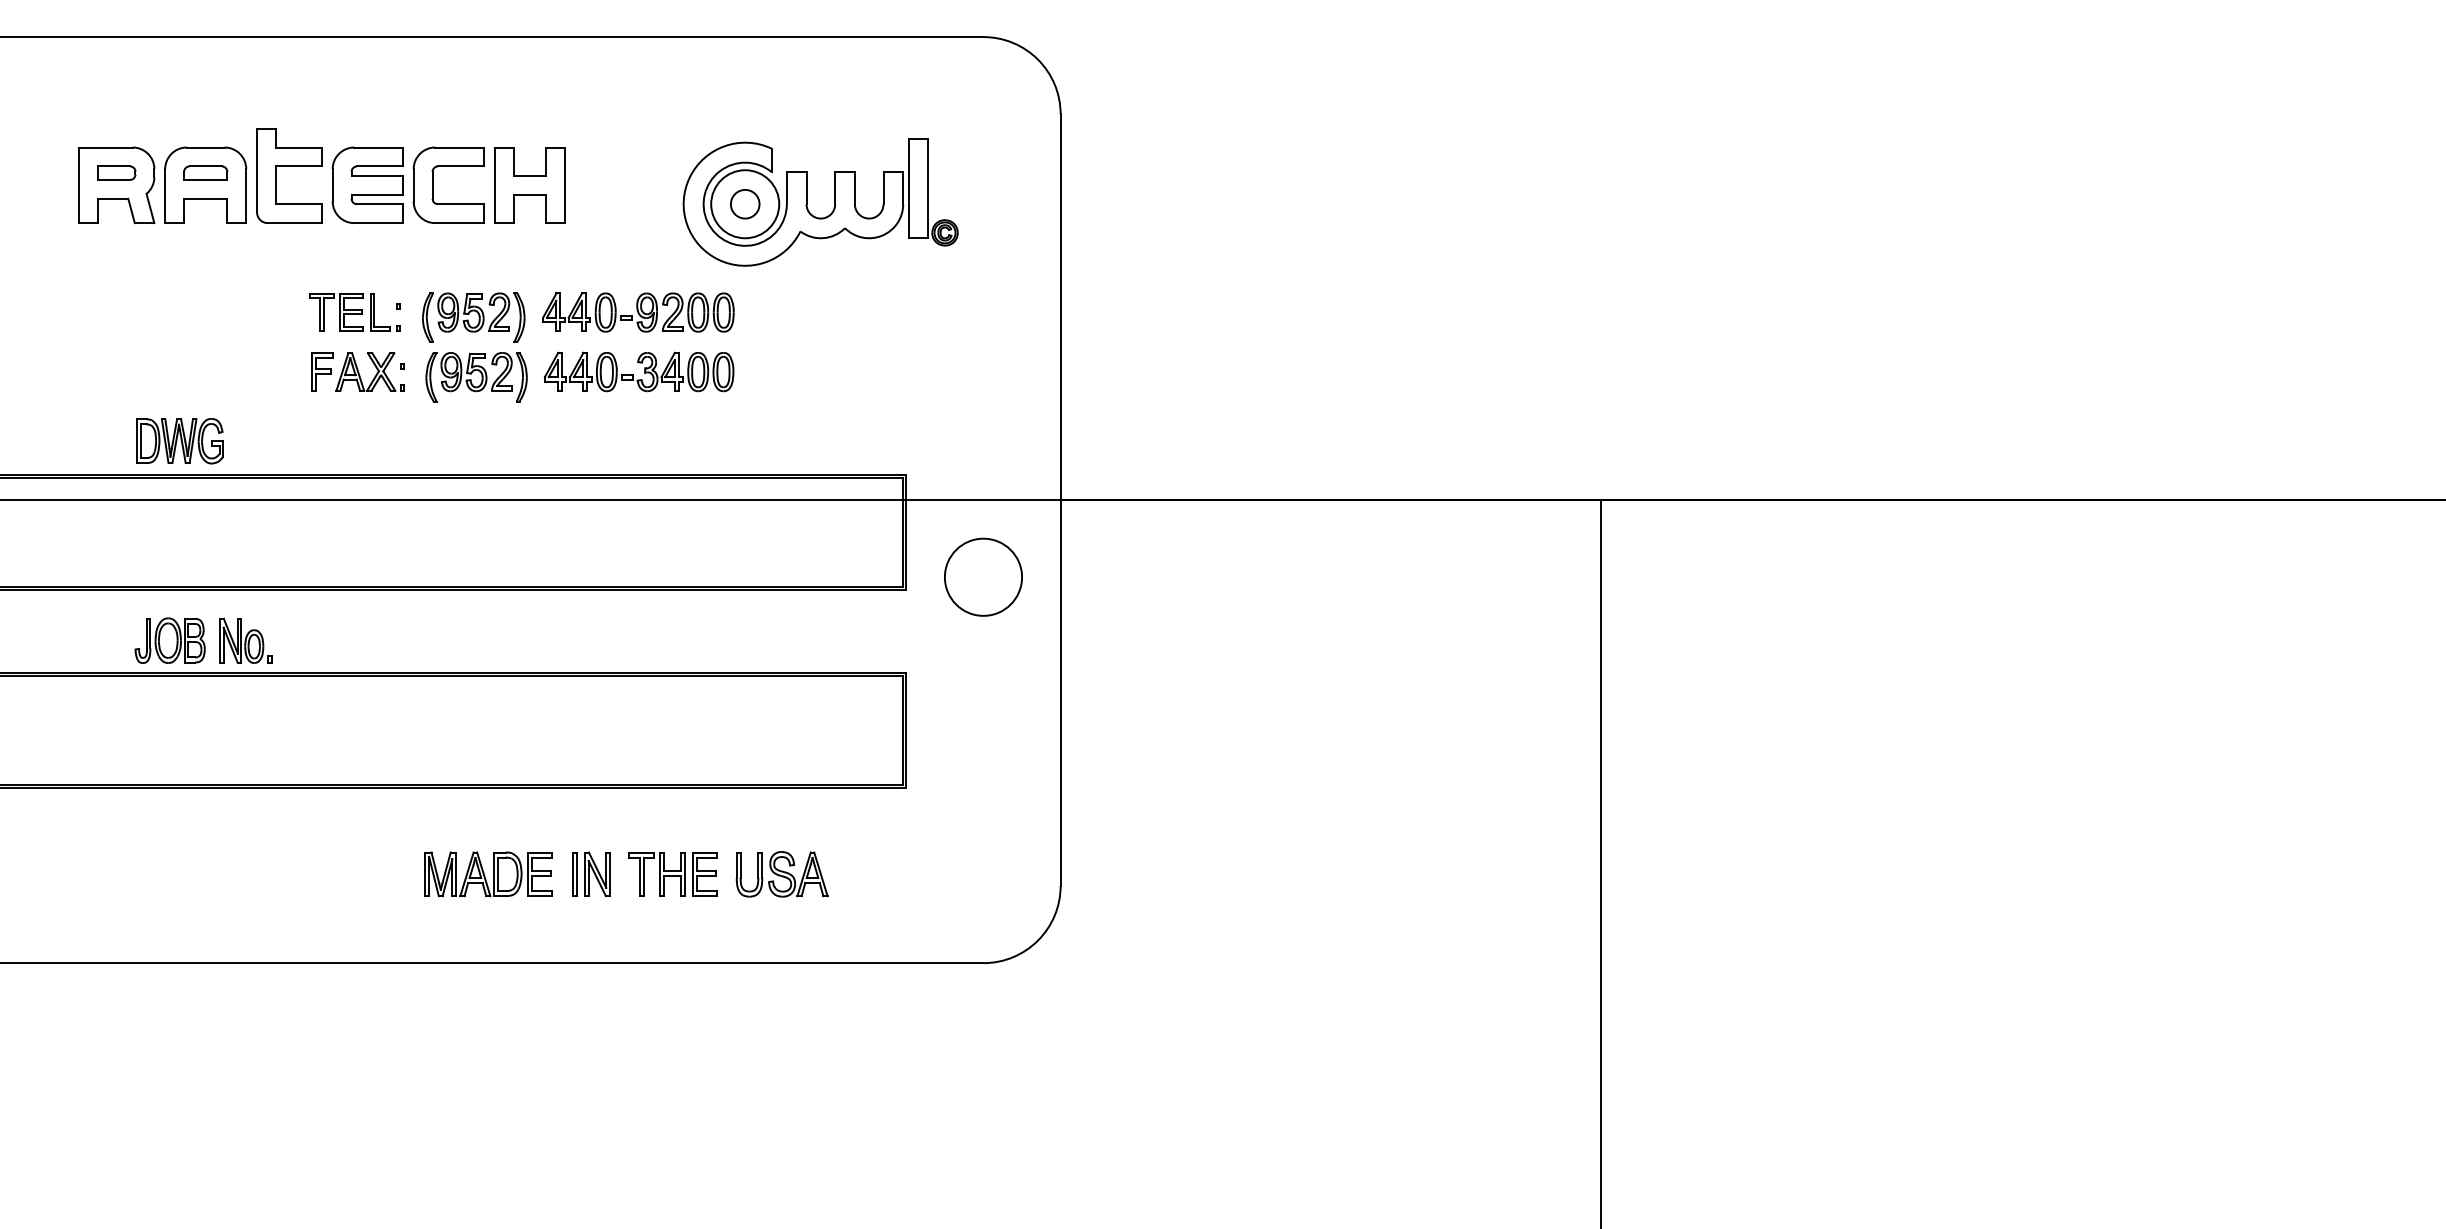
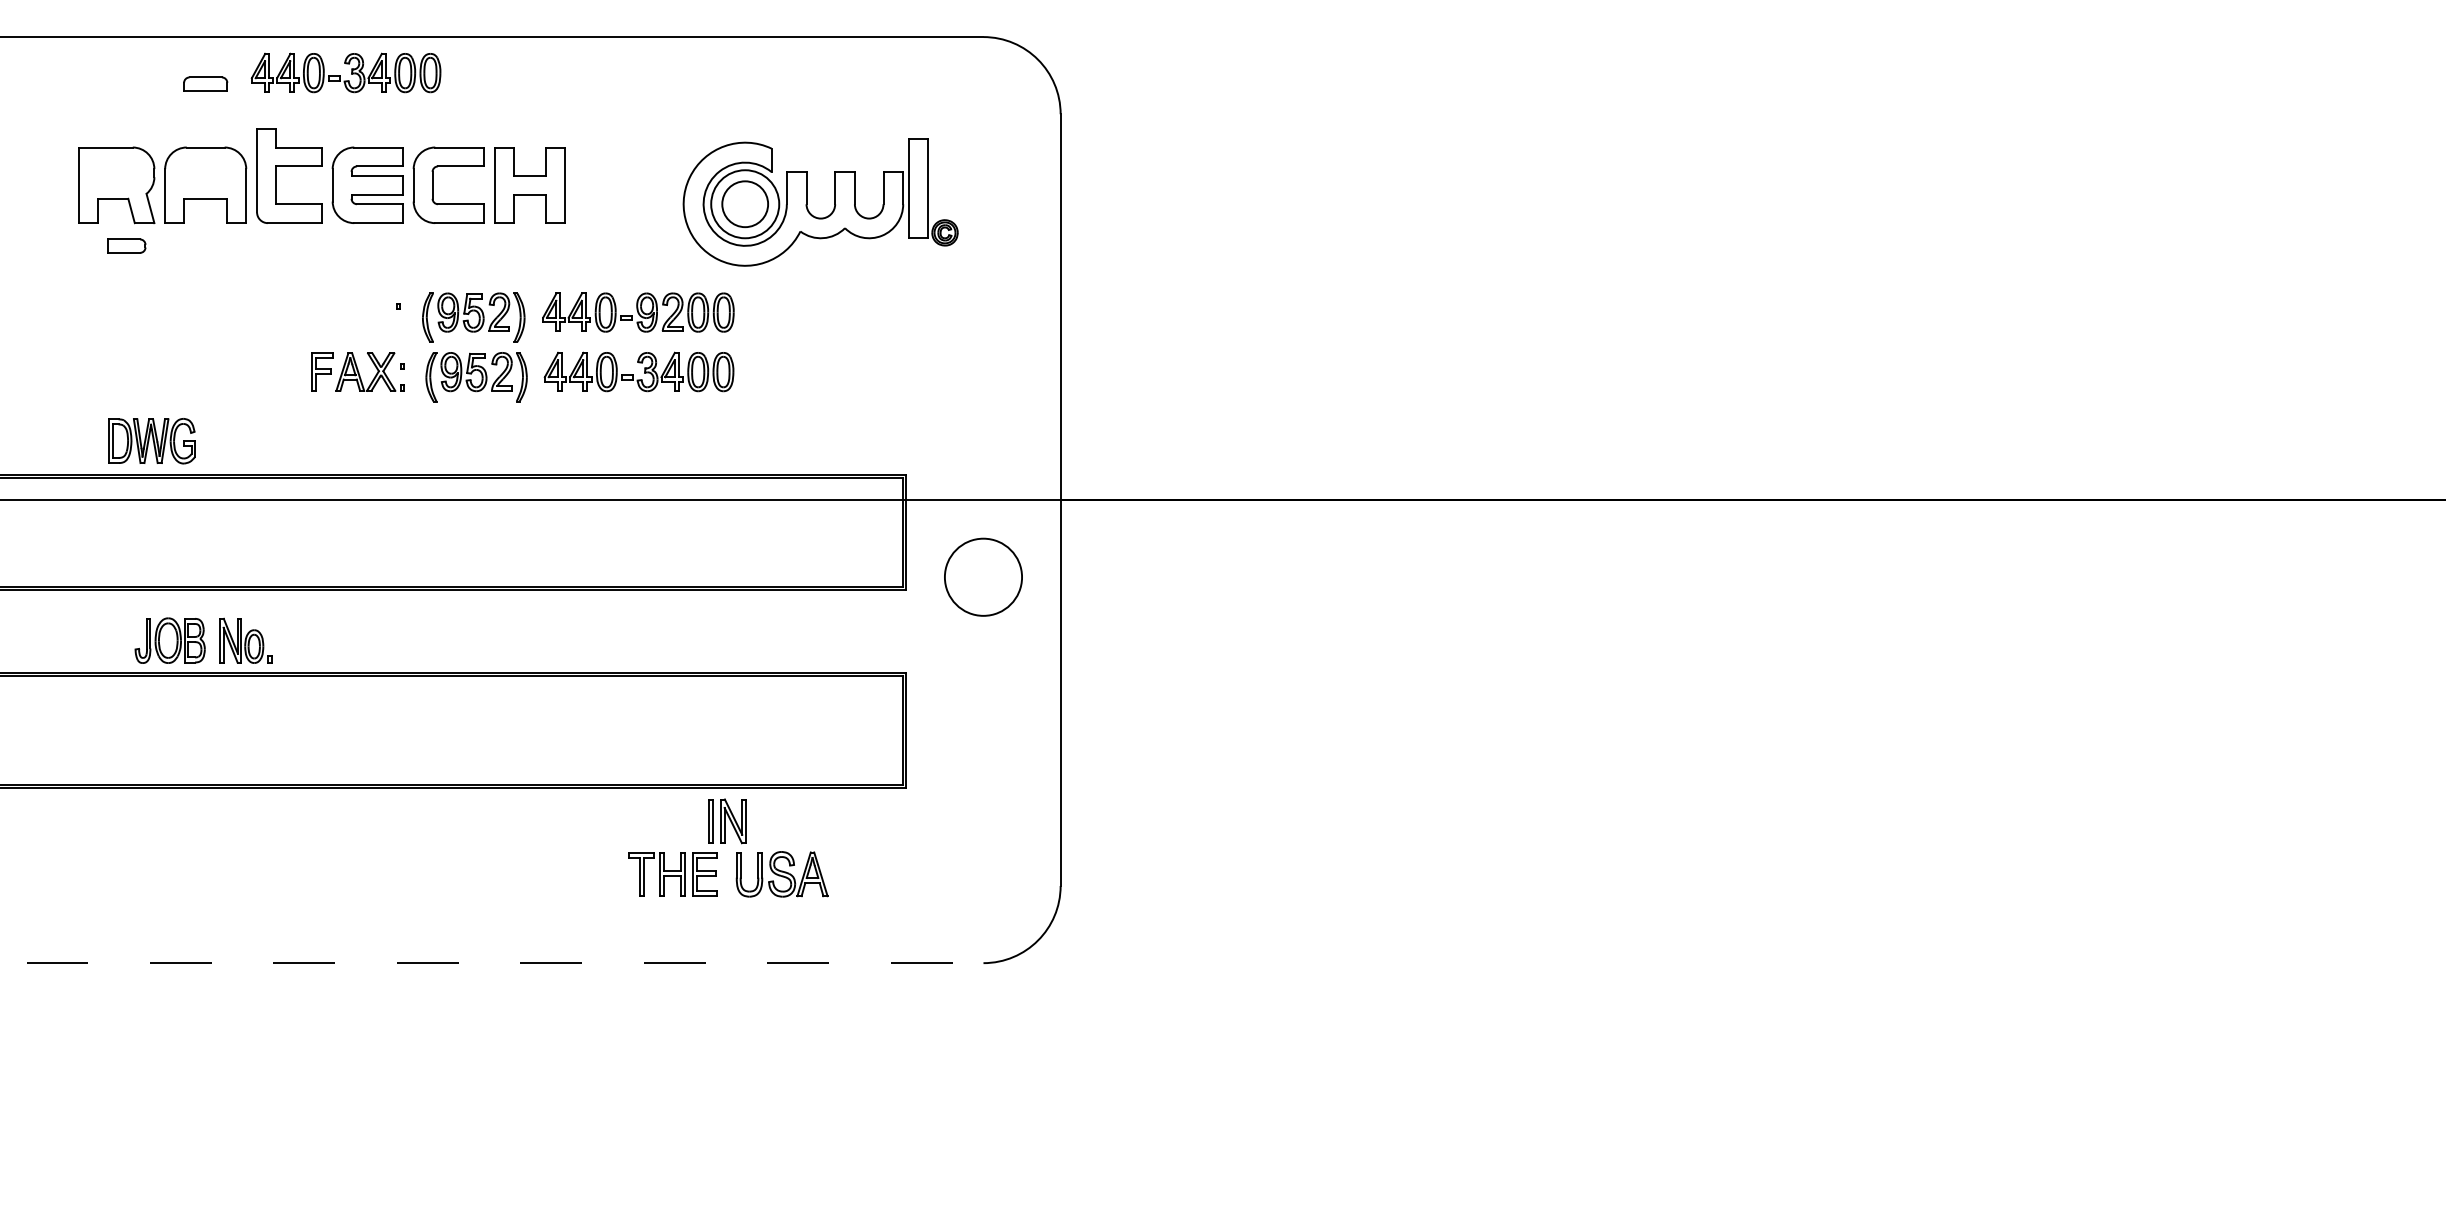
part at (345, 72): none -> present
part at (116, 172) position: (116, 172) -> (126, 245)
part at (205, 172) position: (205, 172) -> (205, 83)
circle at (744, 203) diameter: 29 px -> 46 px
part at (354, 312): present -> none
part at (179, 441) position: (179, 441) -> (151, 441)
line at (1600, 862): present -> none
part at (488, 874): present -> none
part at (591, 874) position: (591, 874) -> (727, 821)
line at (492, 963): solid -> dashed
